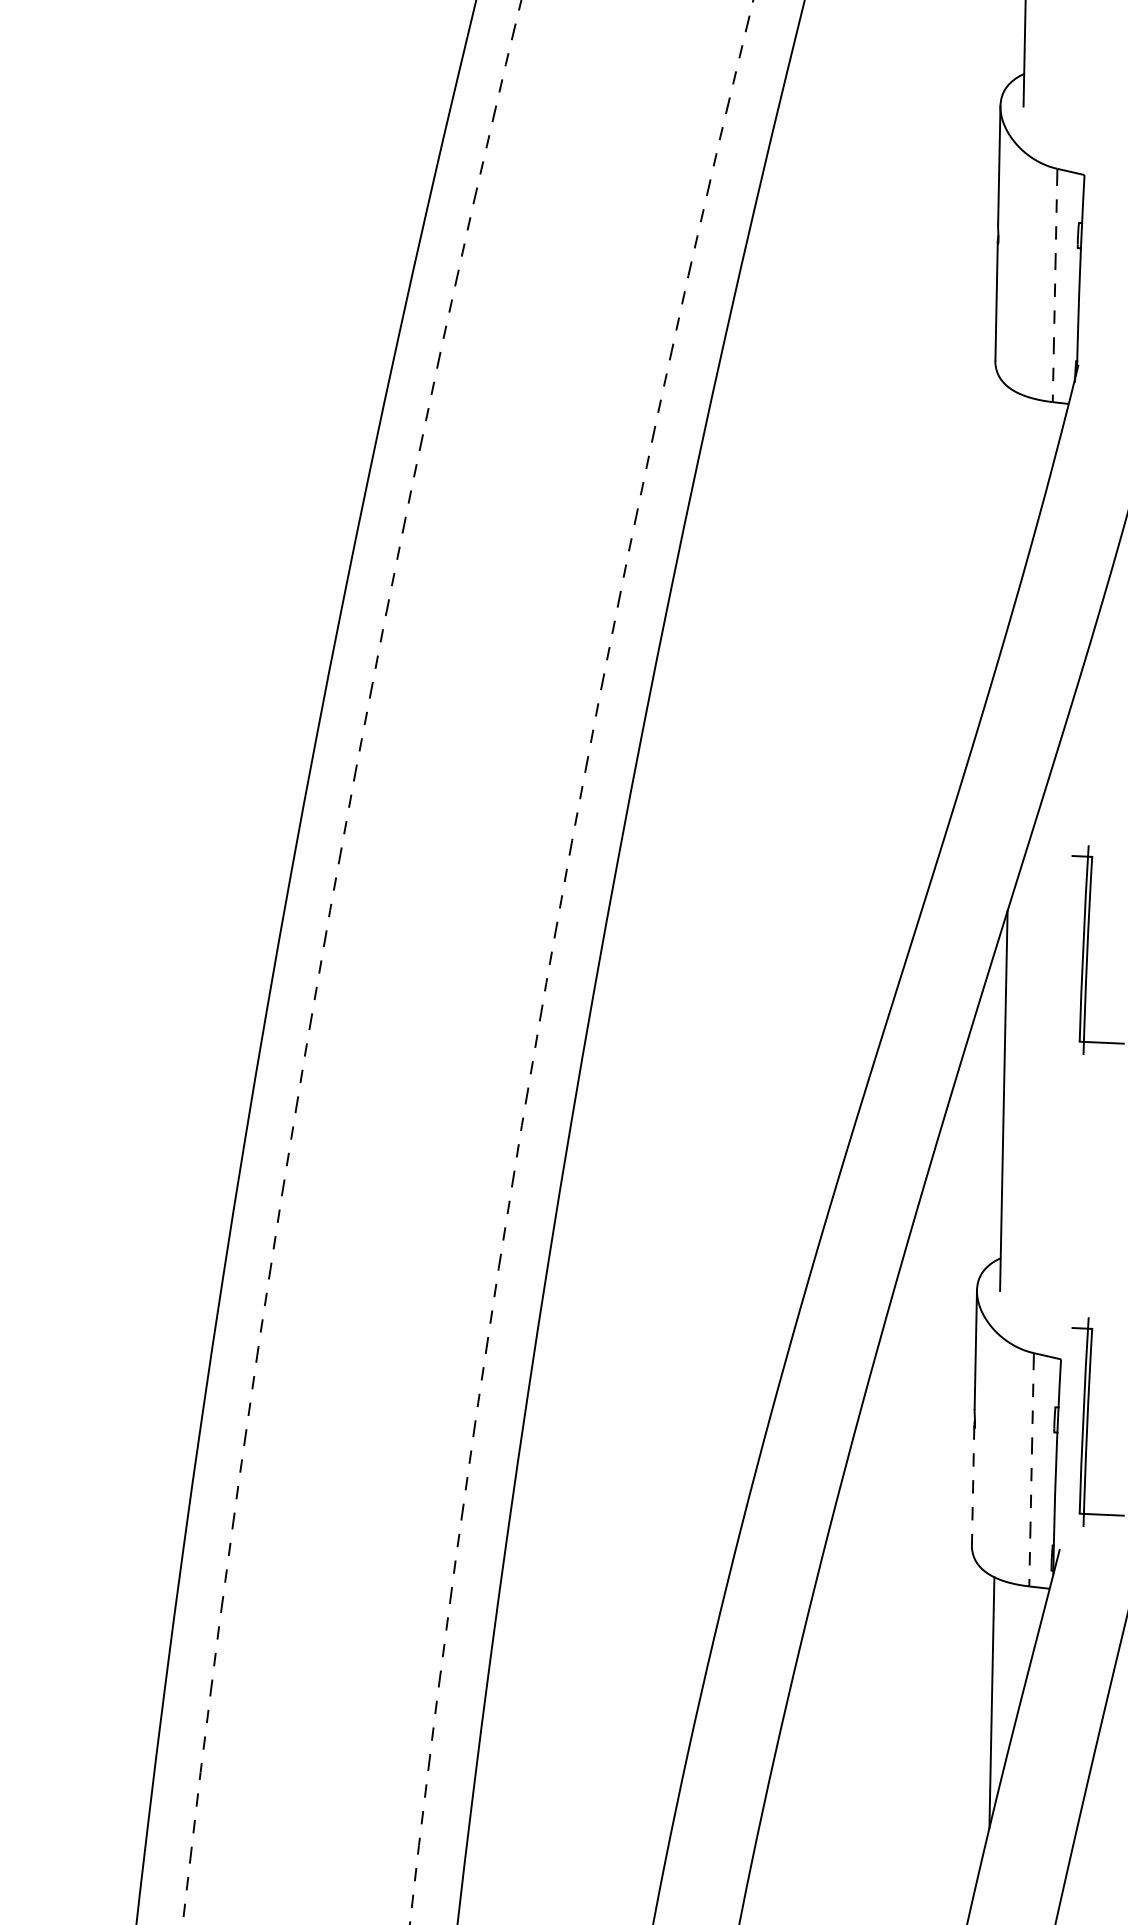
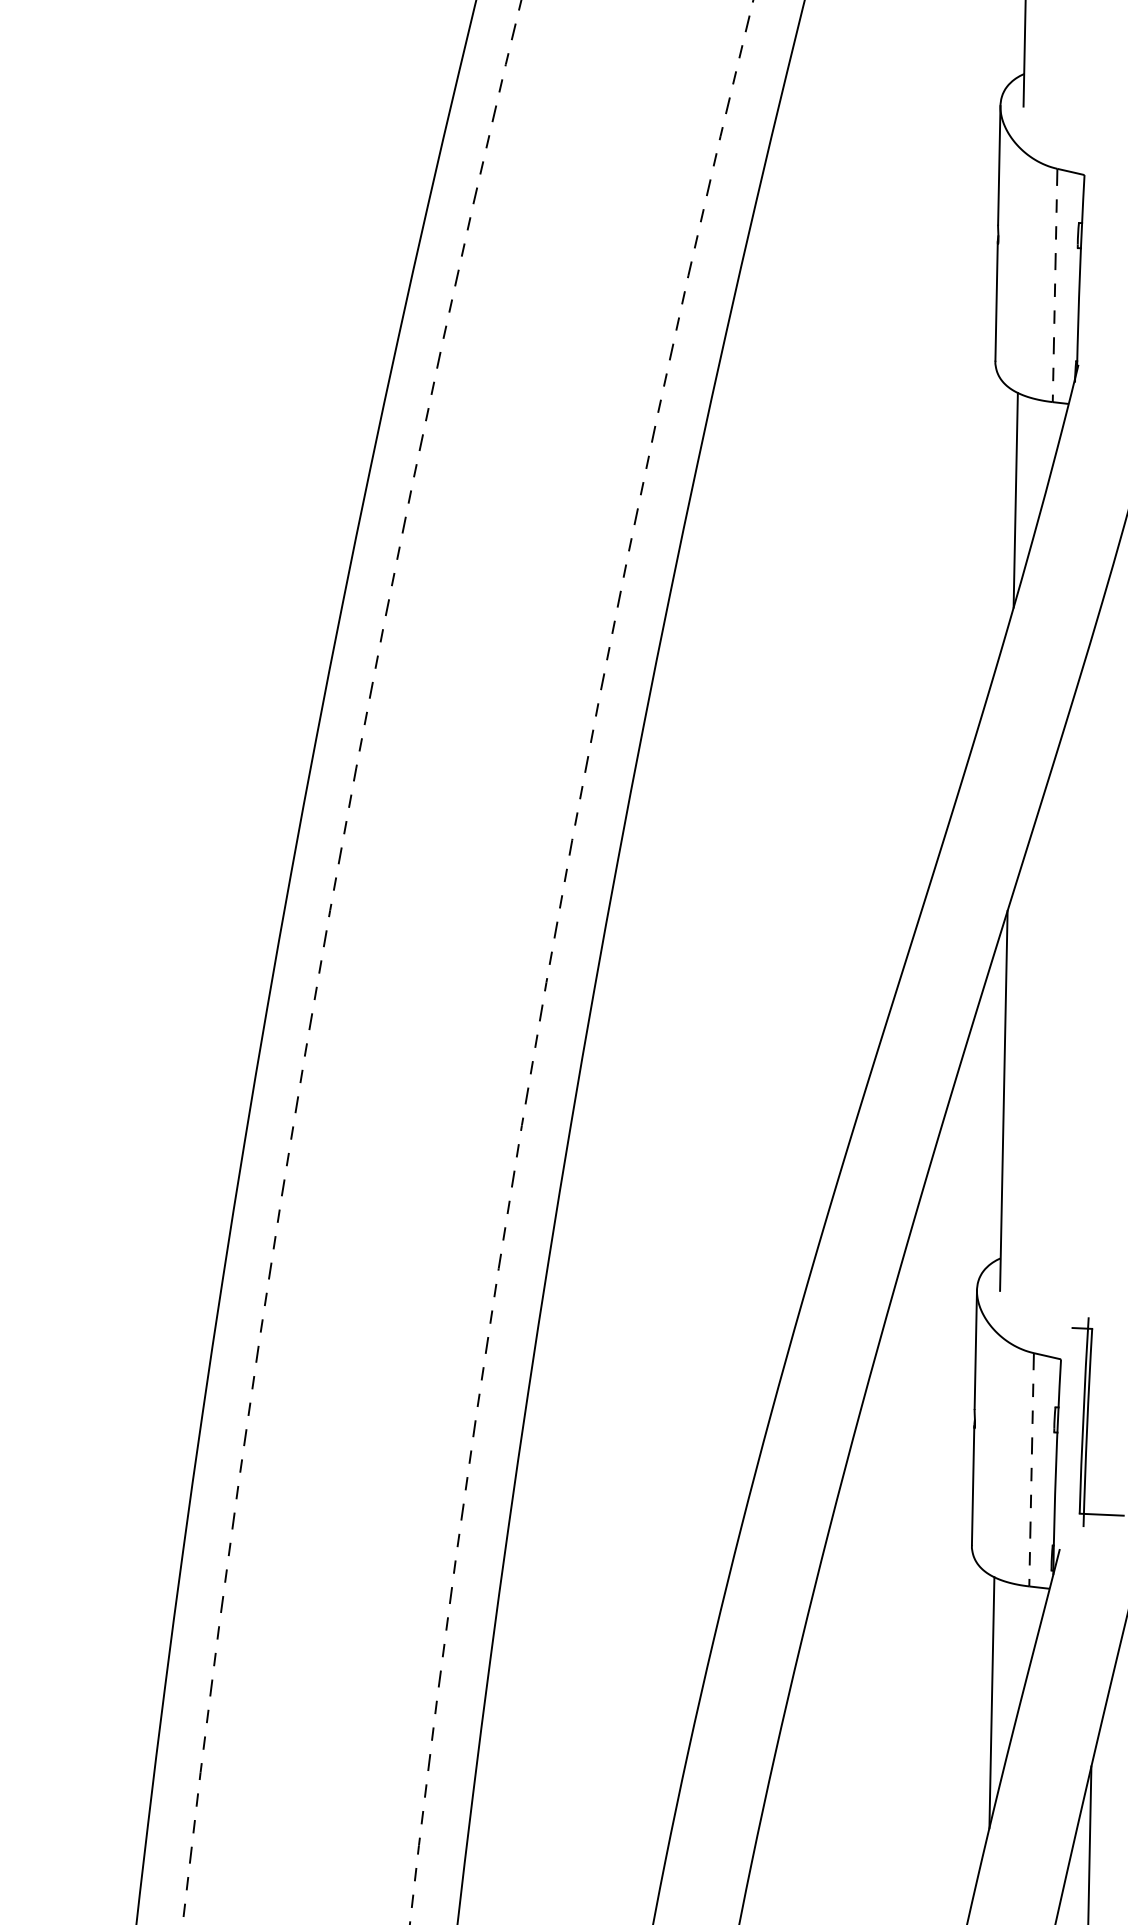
line at (1015, 499): none -> present
part at (1088, 949): present -> none
line at (973, 1486): dashed -> solid
line at (1089, 1843): none -> present
